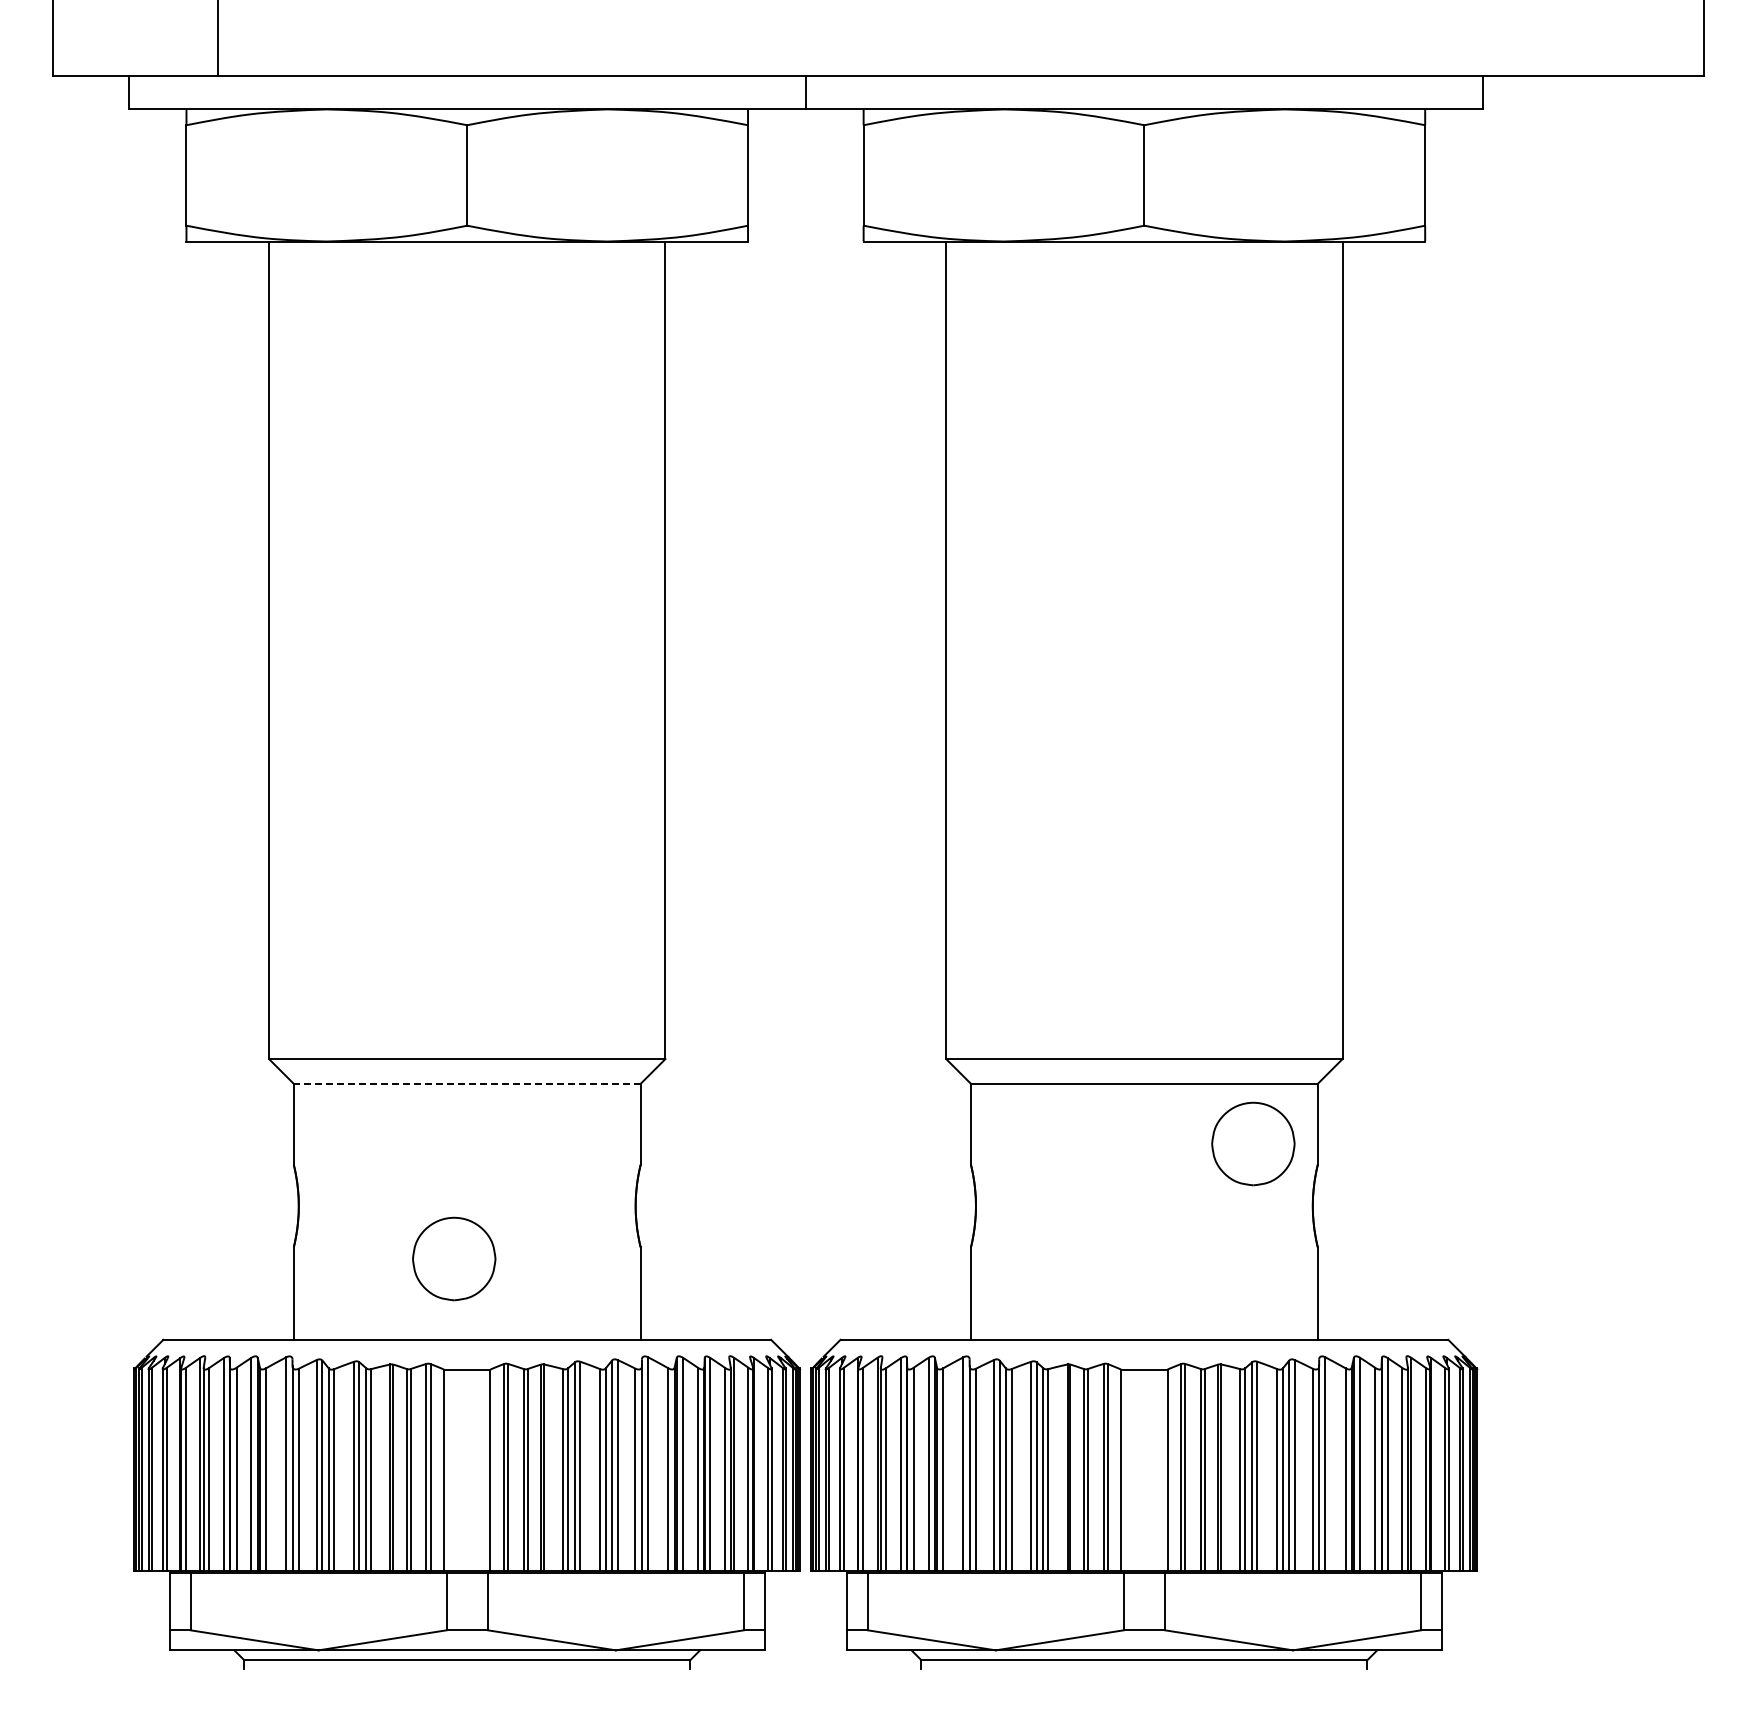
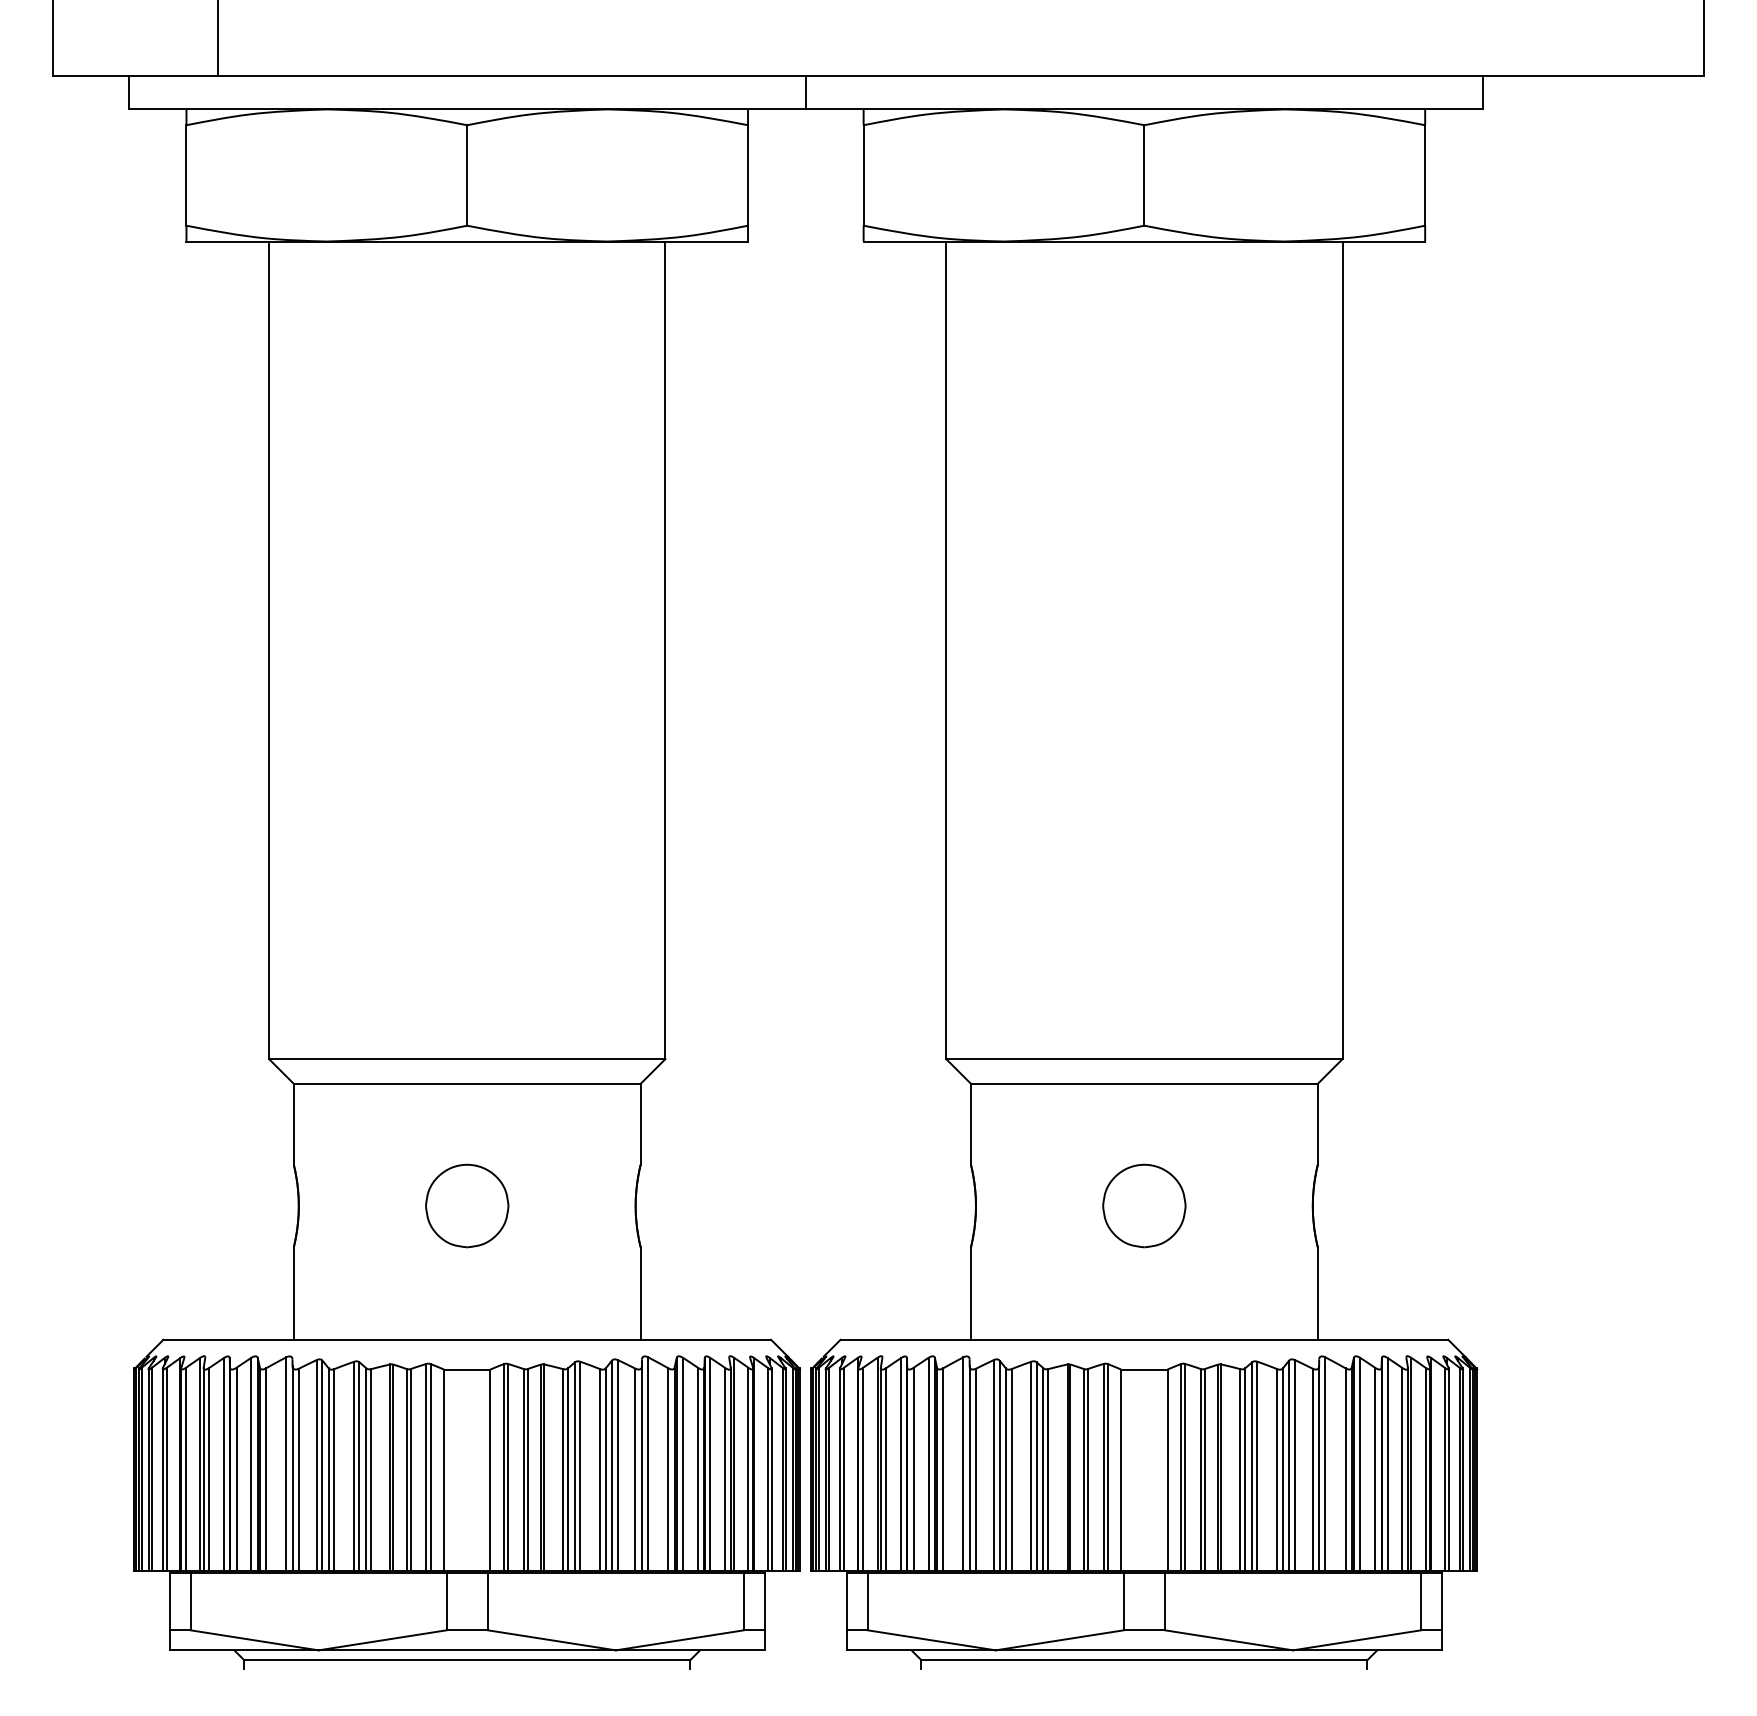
line at (466, 1083): dashed -> solid
part at (1253, 1143) position: (1253, 1143) -> (1144, 1205)
part at (454, 1258) position: (454, 1258) -> (467, 1205)
